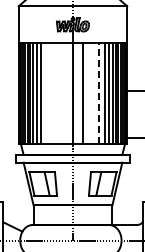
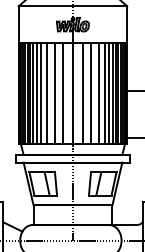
line at (47, 93): none -> present
line at (54, 93): none -> present
line at (63, 93): none -> present
line at (91, 93): none -> present
line at (98, 93): dashed -> solid
